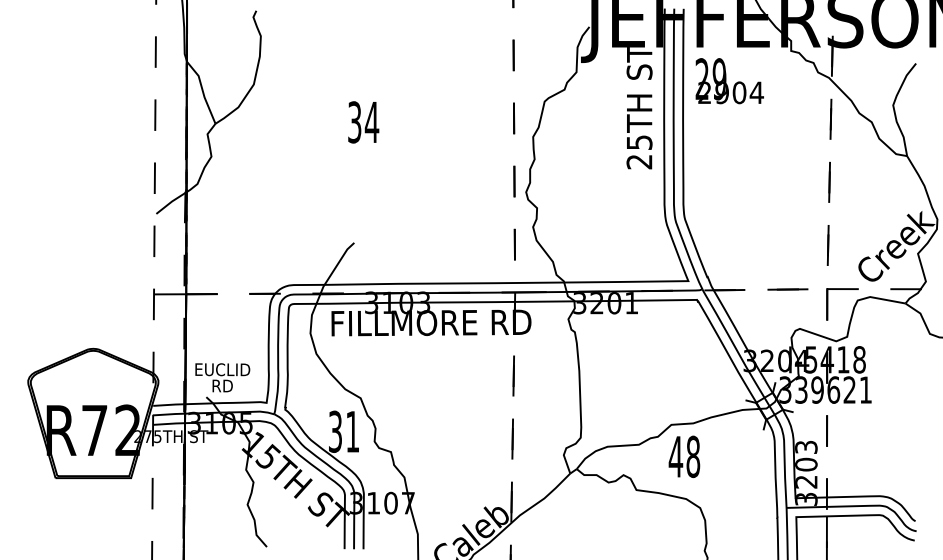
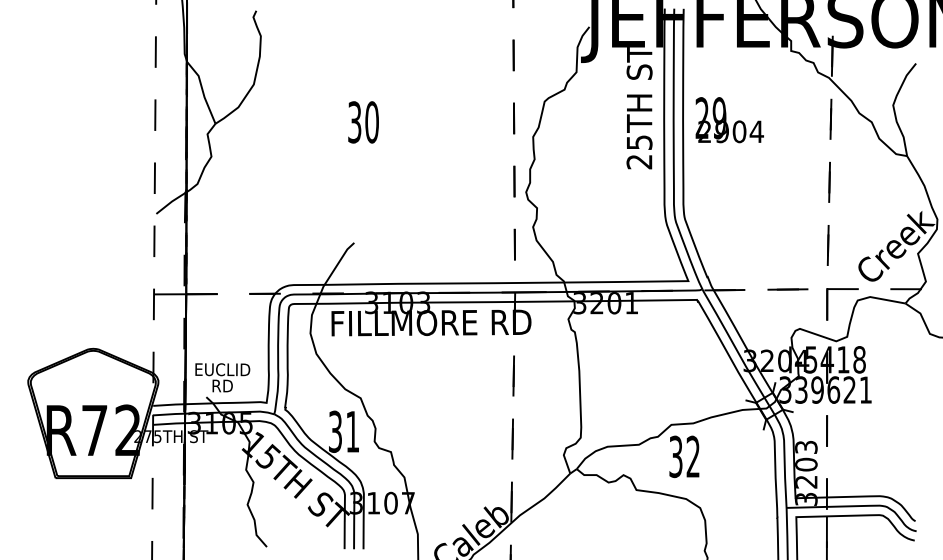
text at (729, 81) position: (729, 81) -> (729, 120)
text at (371, 122): 34 -> 30
text at (684, 456): 48 -> 32
